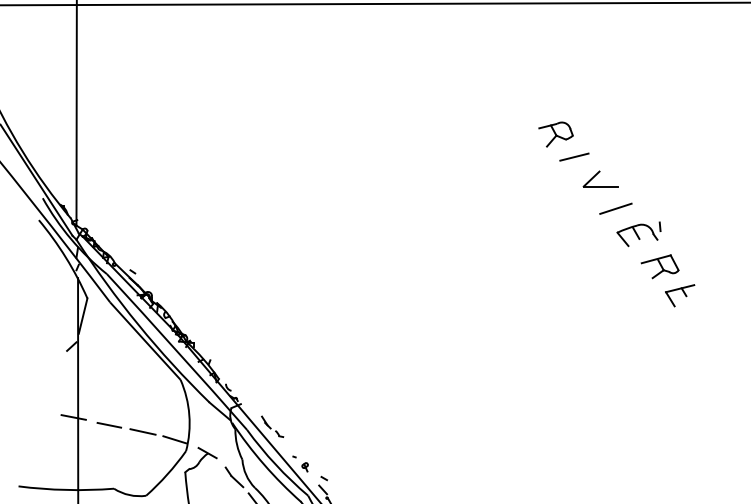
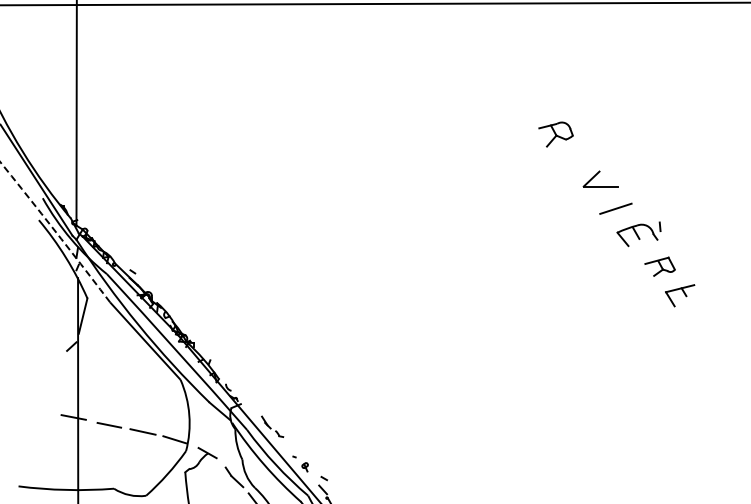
line at (574, 156): present -> none
arc at (55, 232): solid -> dashed
part at (659, 266) size: 40x26 px -> 32x21 px
